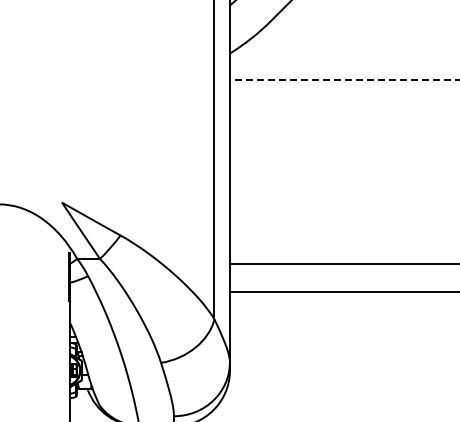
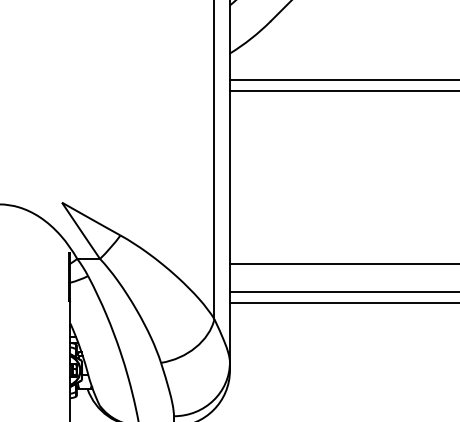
line at (344, 79): dashed -> solid
line at (342, 90): none -> present
line at (342, 303): none -> present
